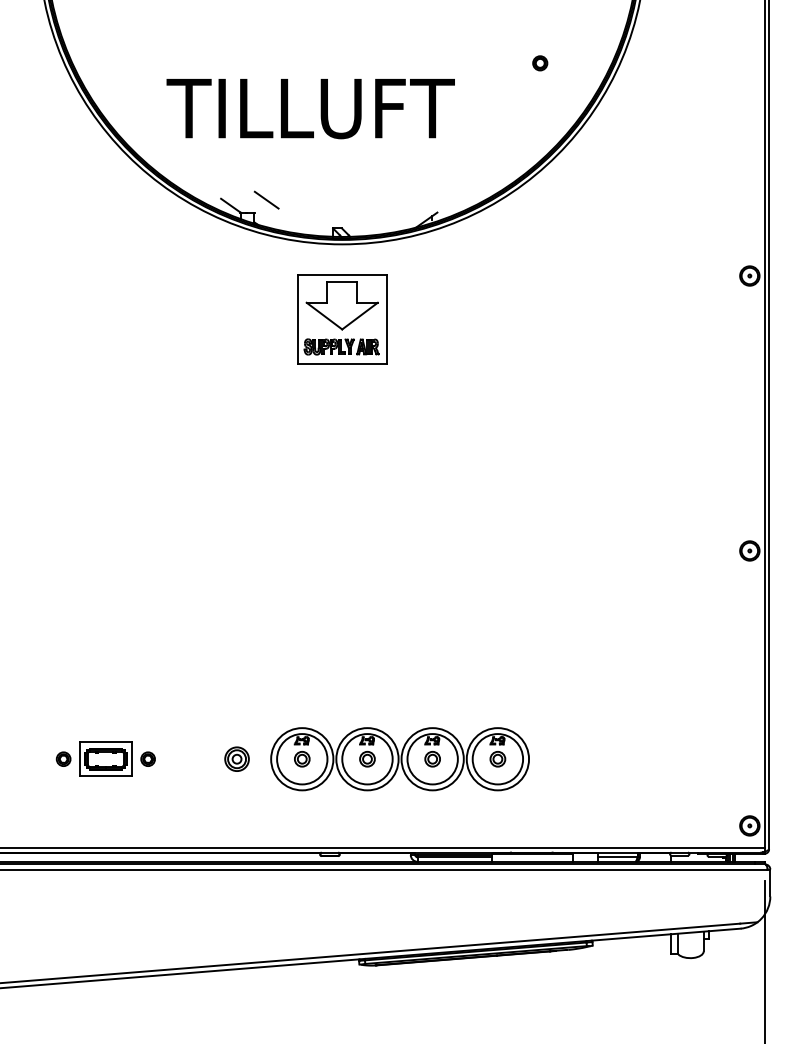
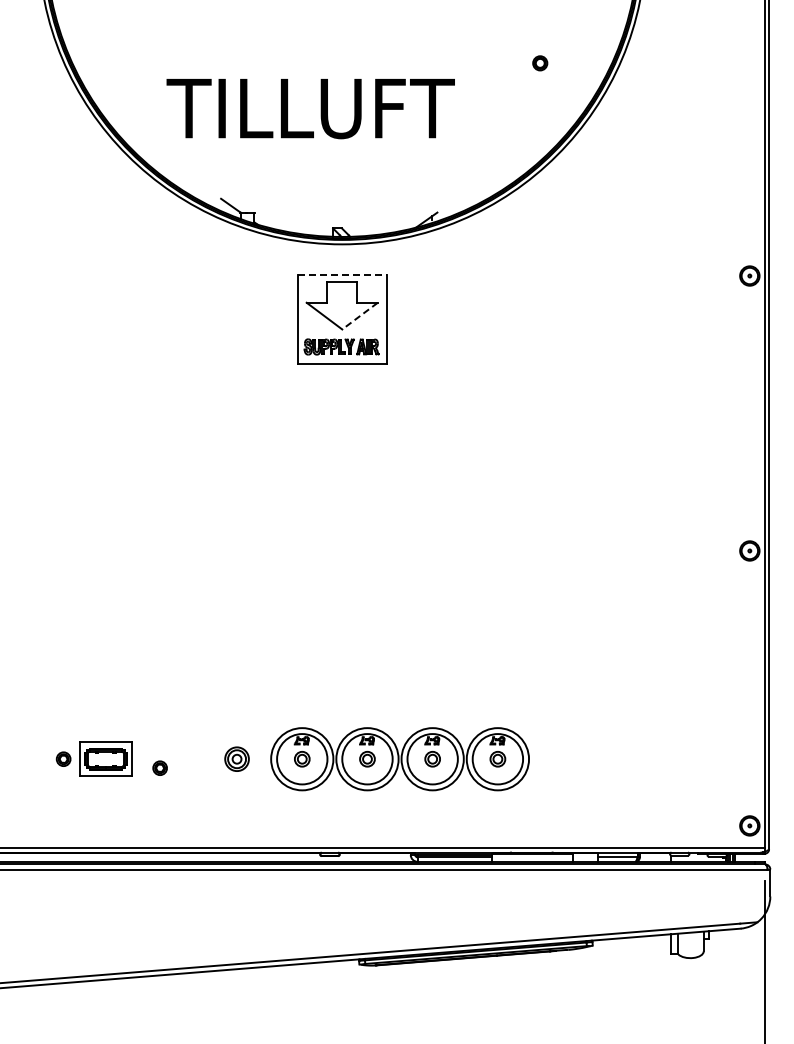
line at (266, 199): present -> none
line at (342, 274): solid -> dashed
line at (359, 316): solid -> dashed
part at (147, 758) position: (147, 758) -> (159, 767)
